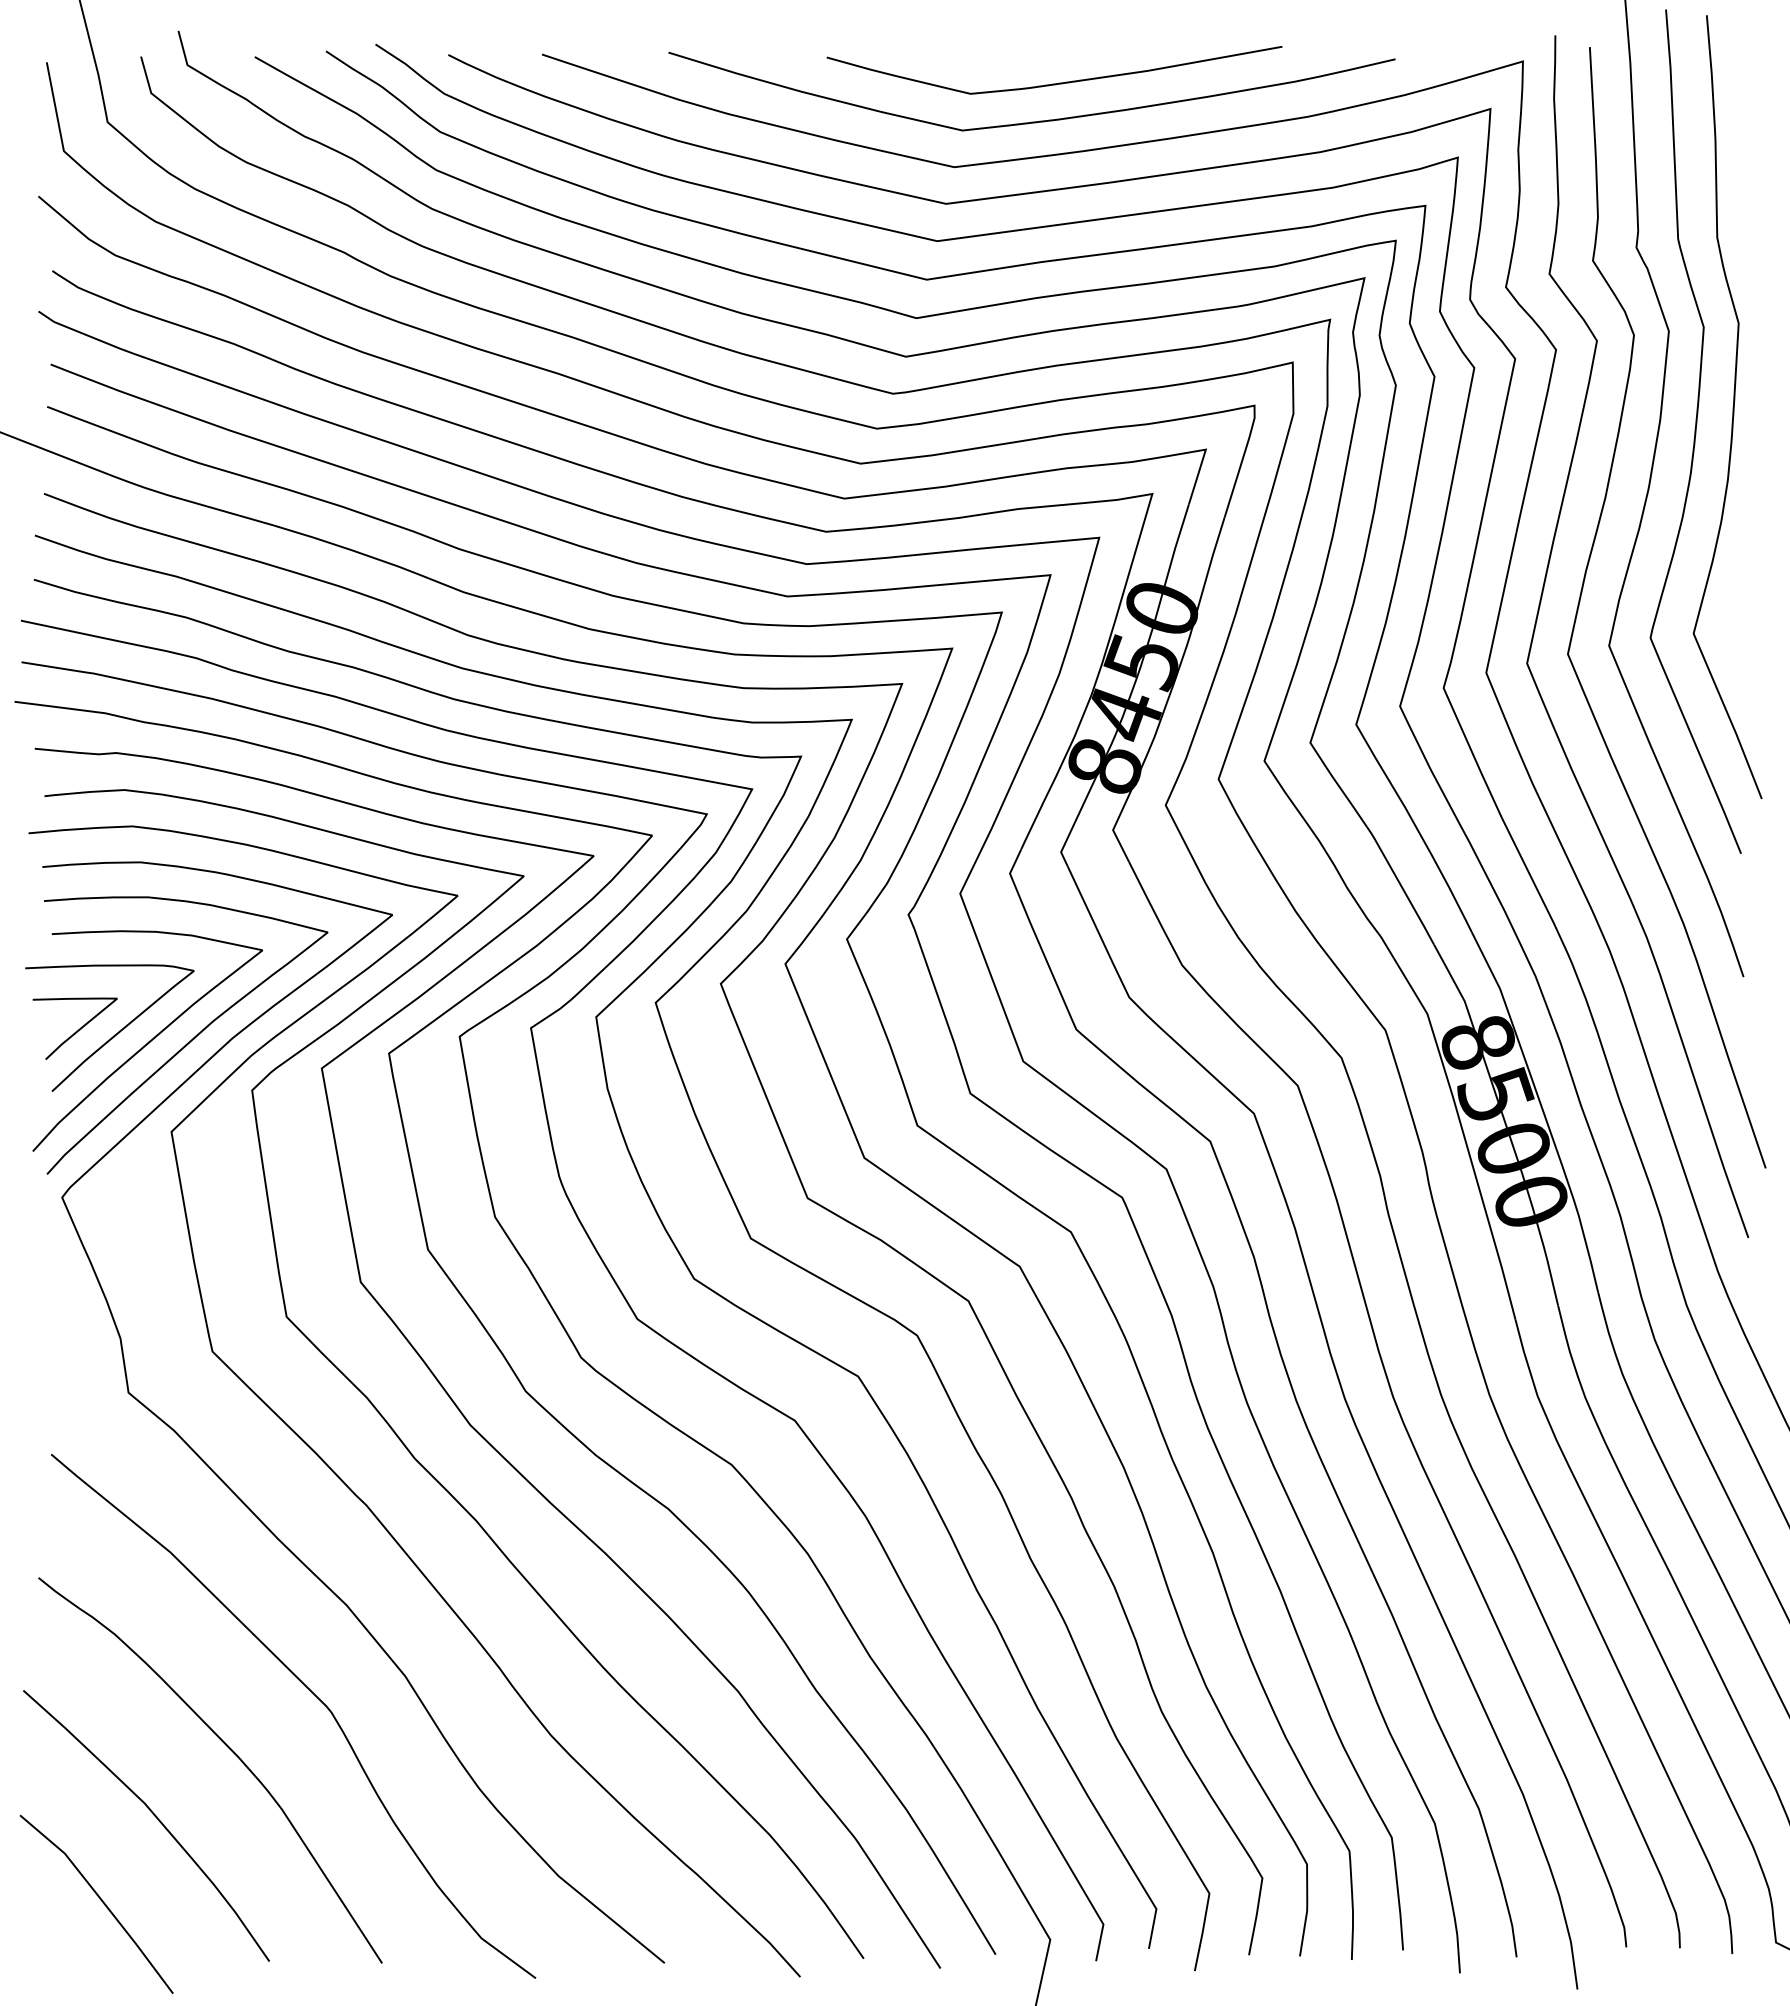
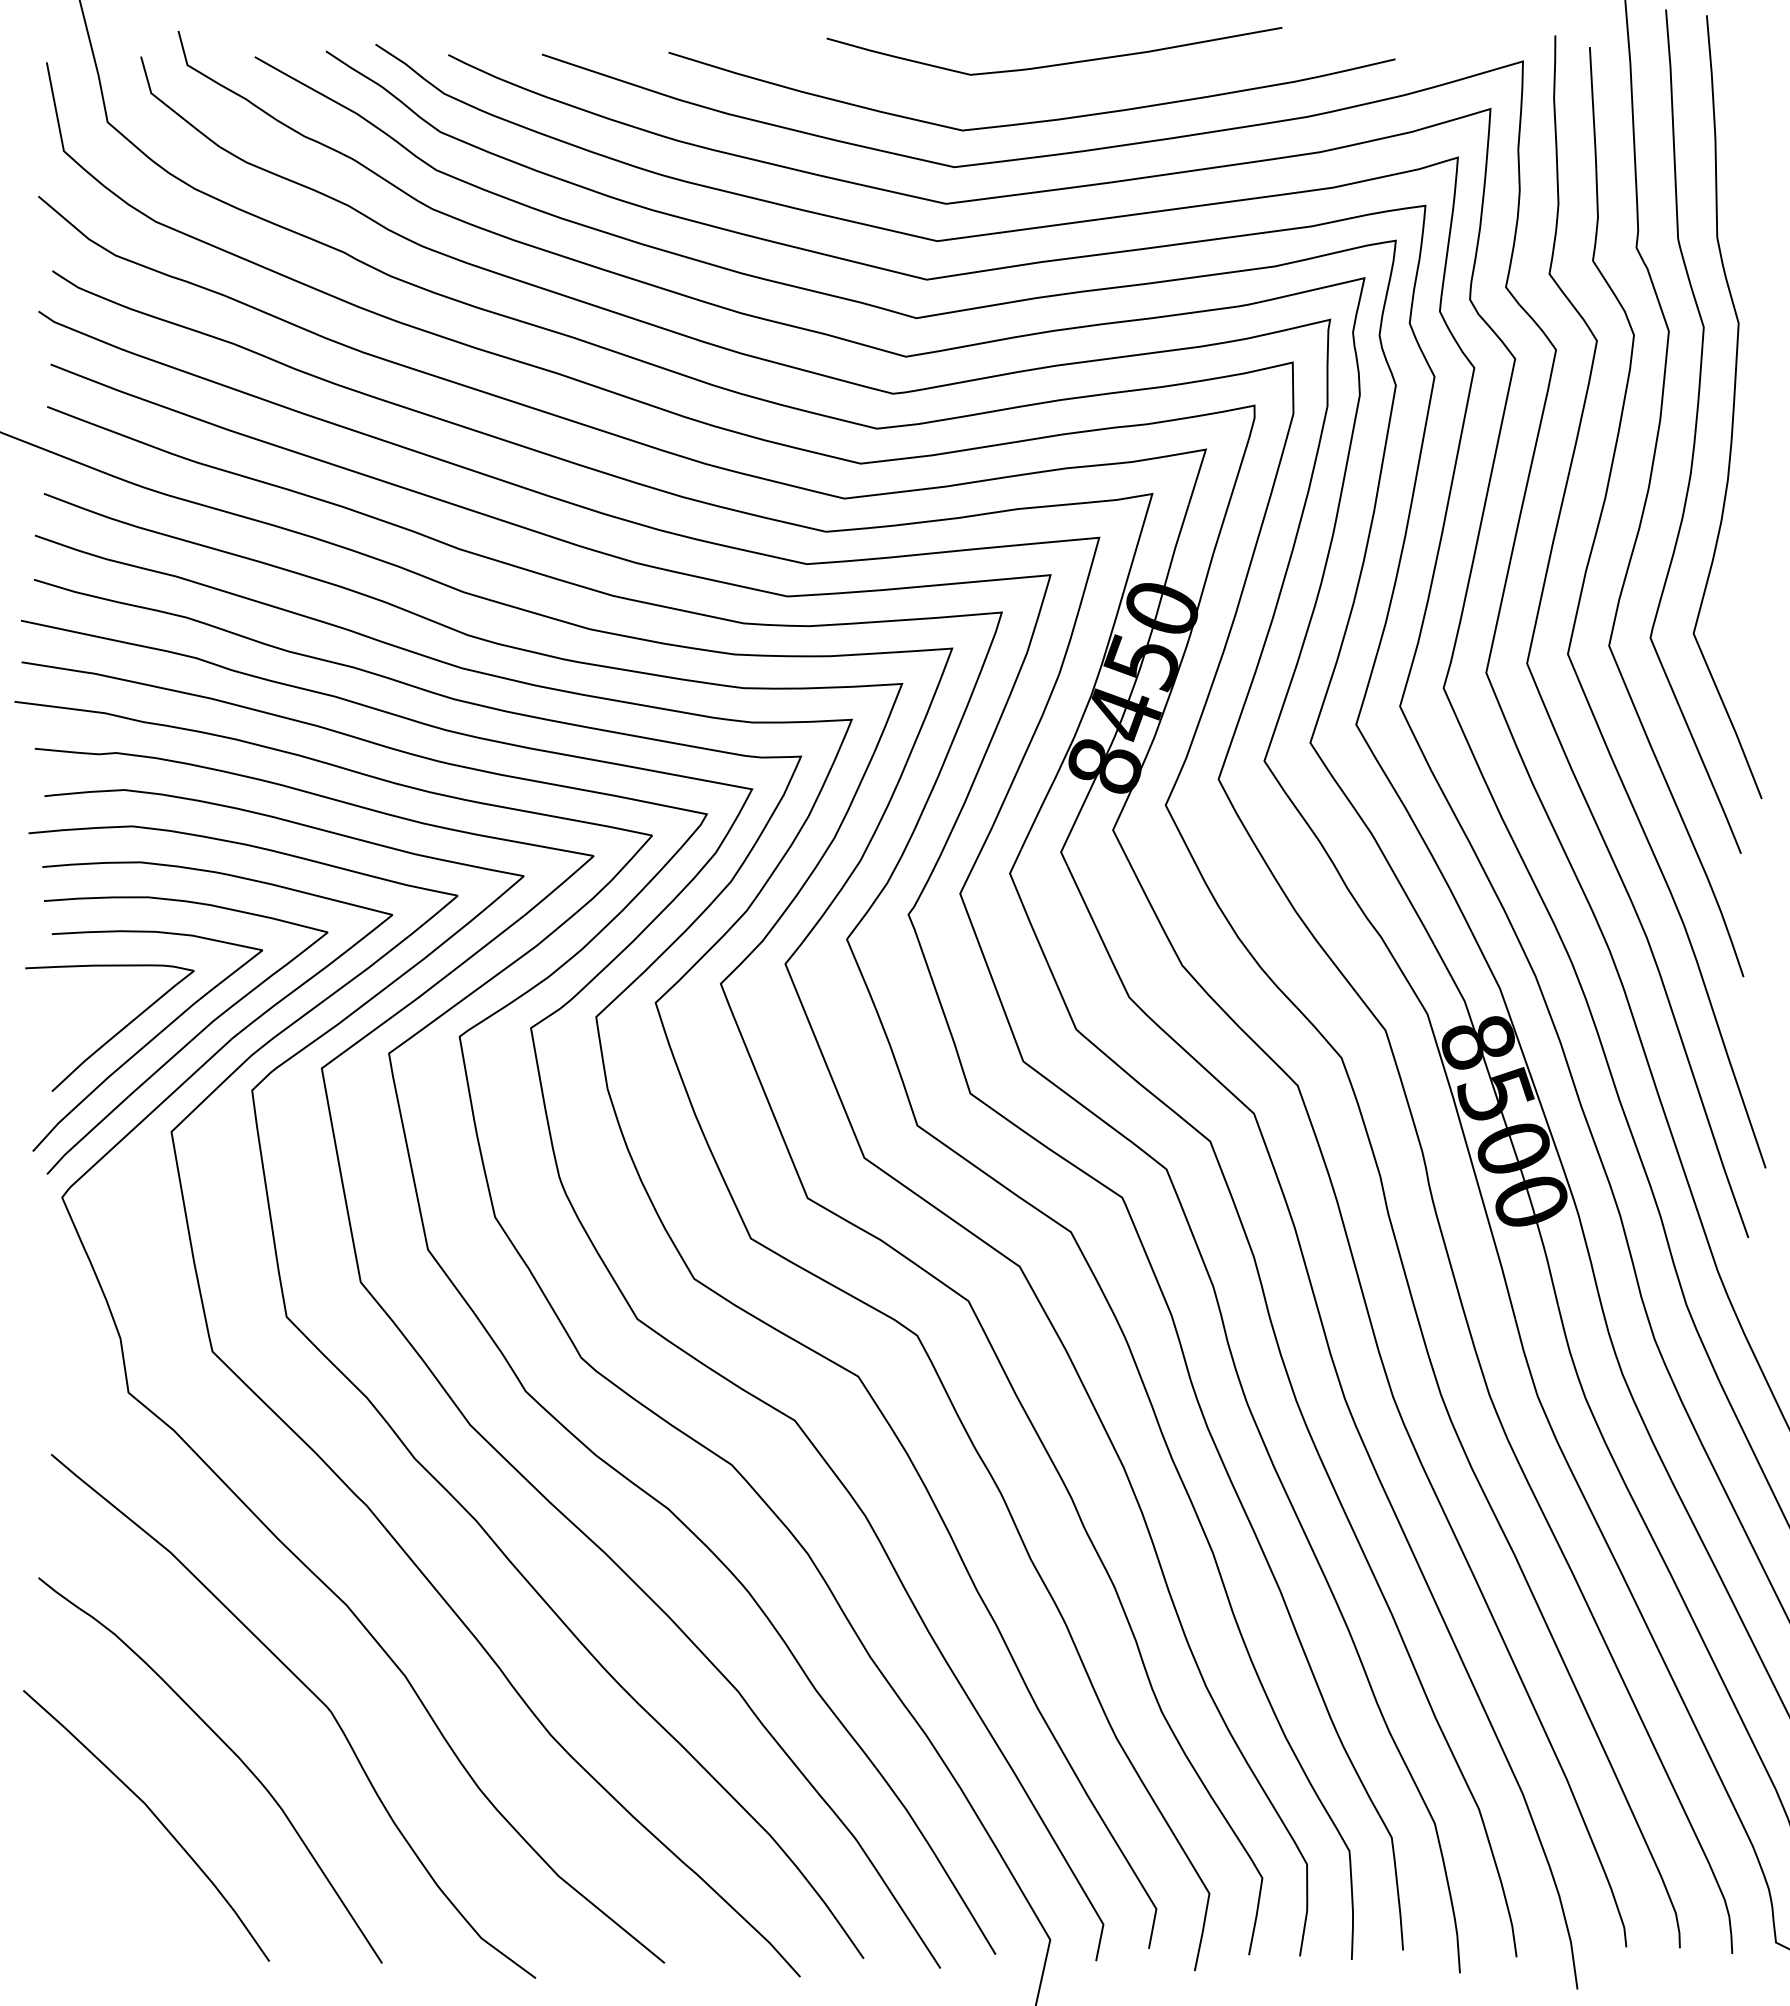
curve at (1058, 82) position: (1058, 82) -> (1058, 63)
curve at (76, 1030): present -> none
line at (99, 1899): present -> none
